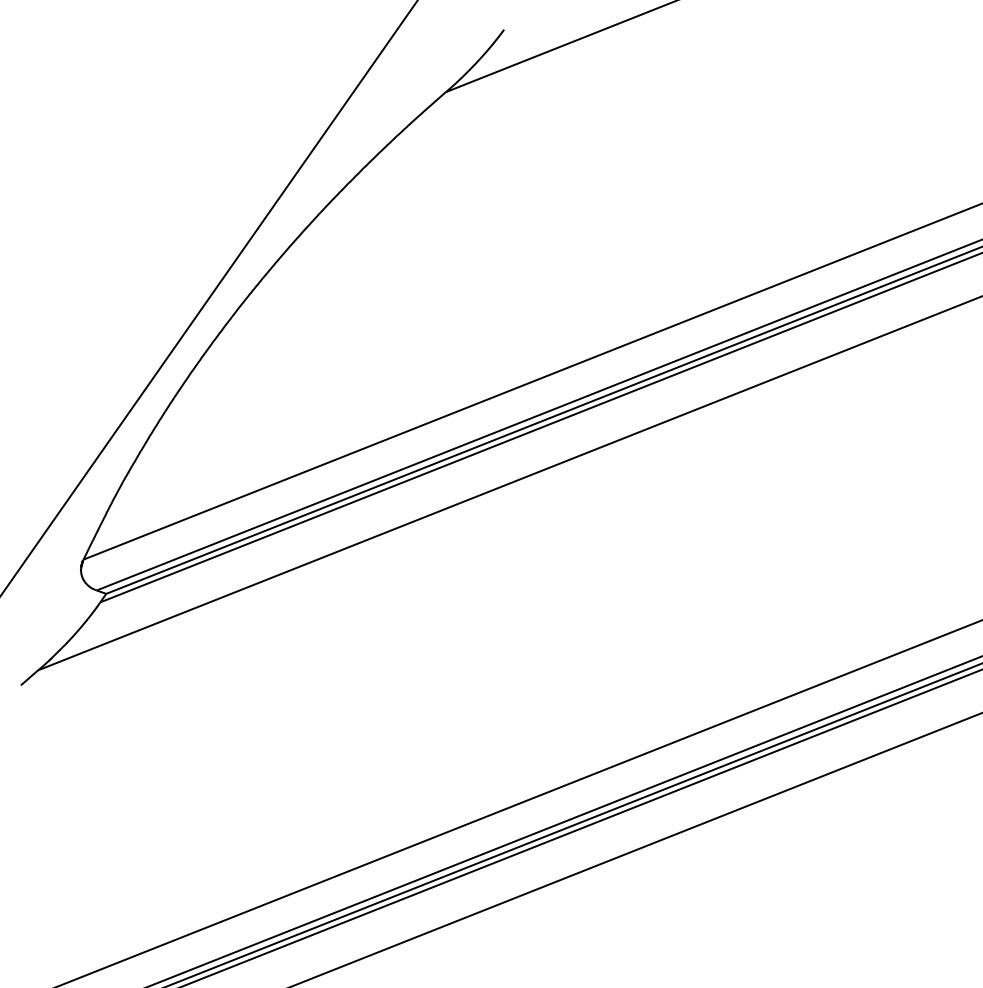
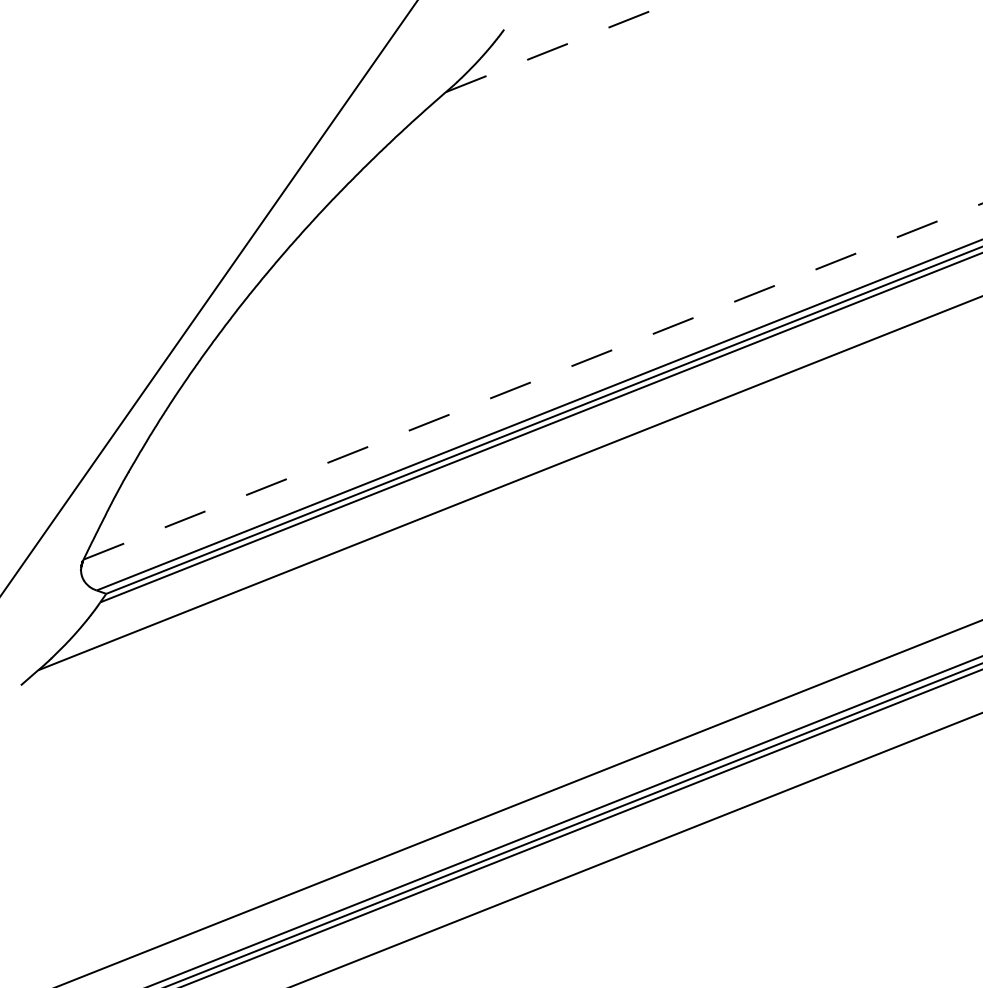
line at (562, 46): solid -> dashed
line at (533, 381): solid -> dashed
